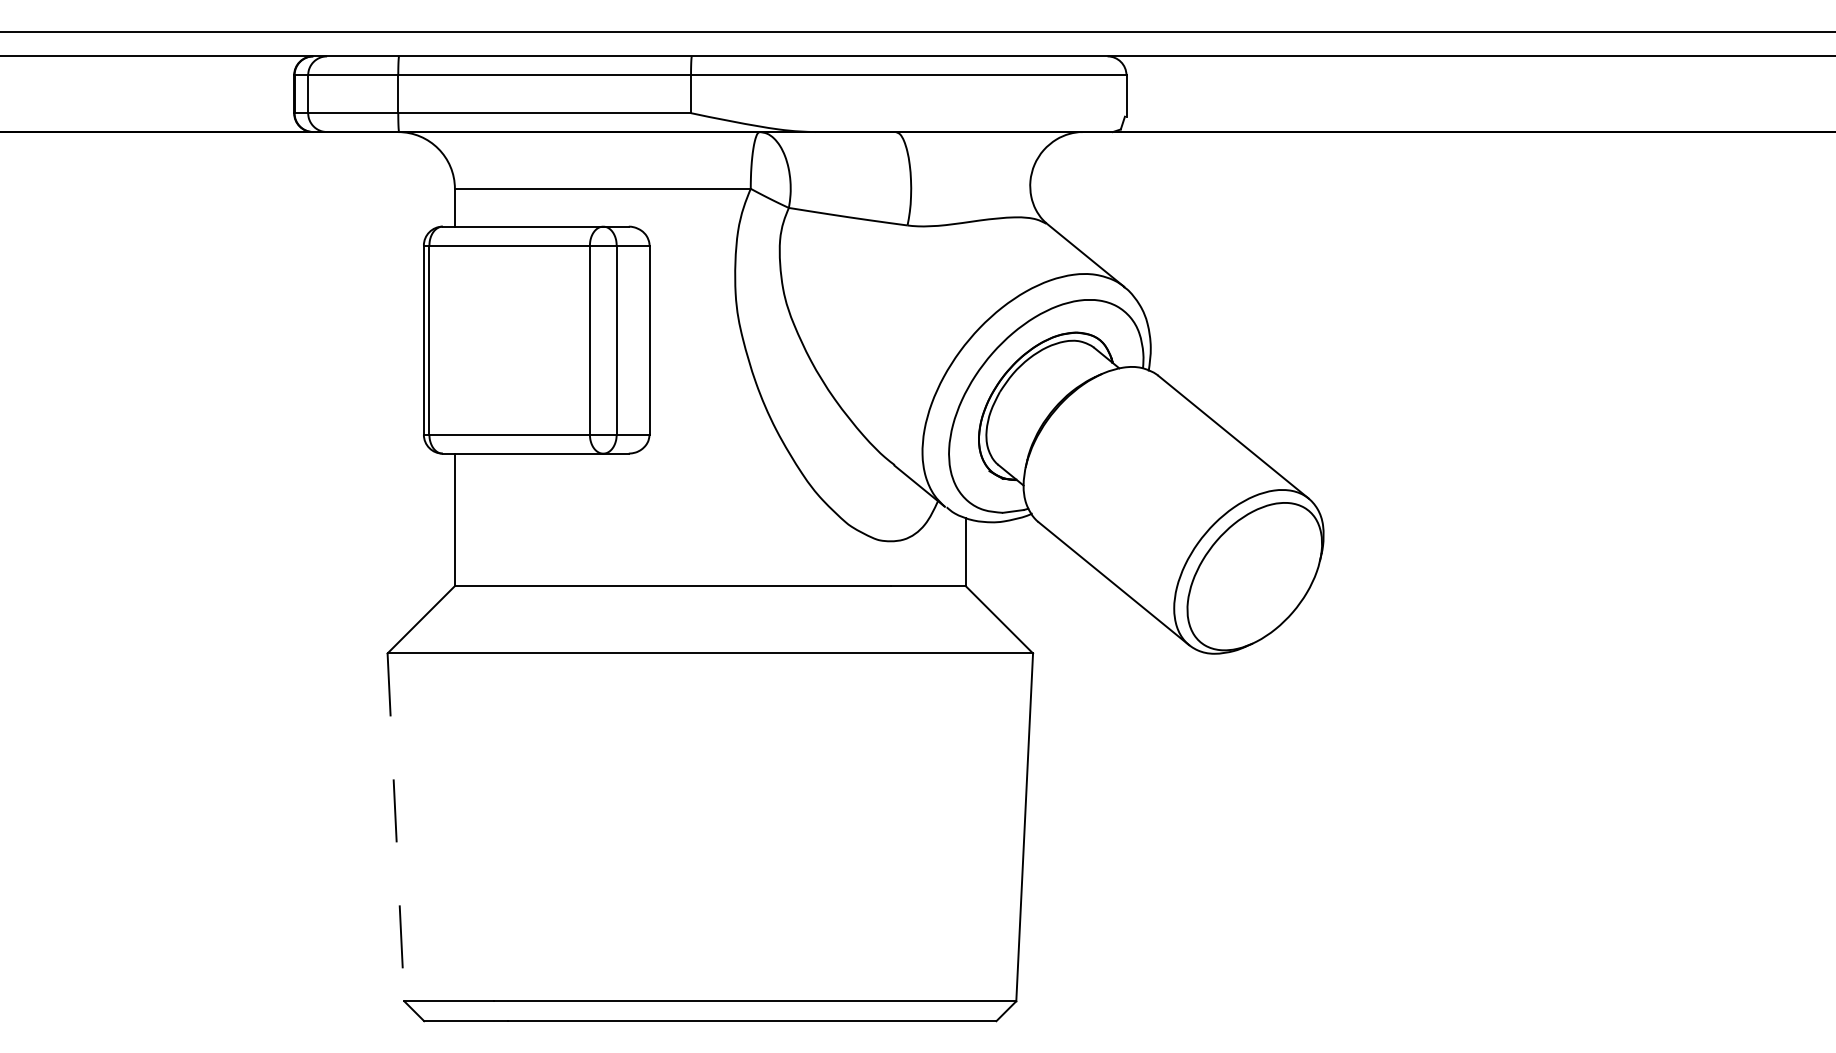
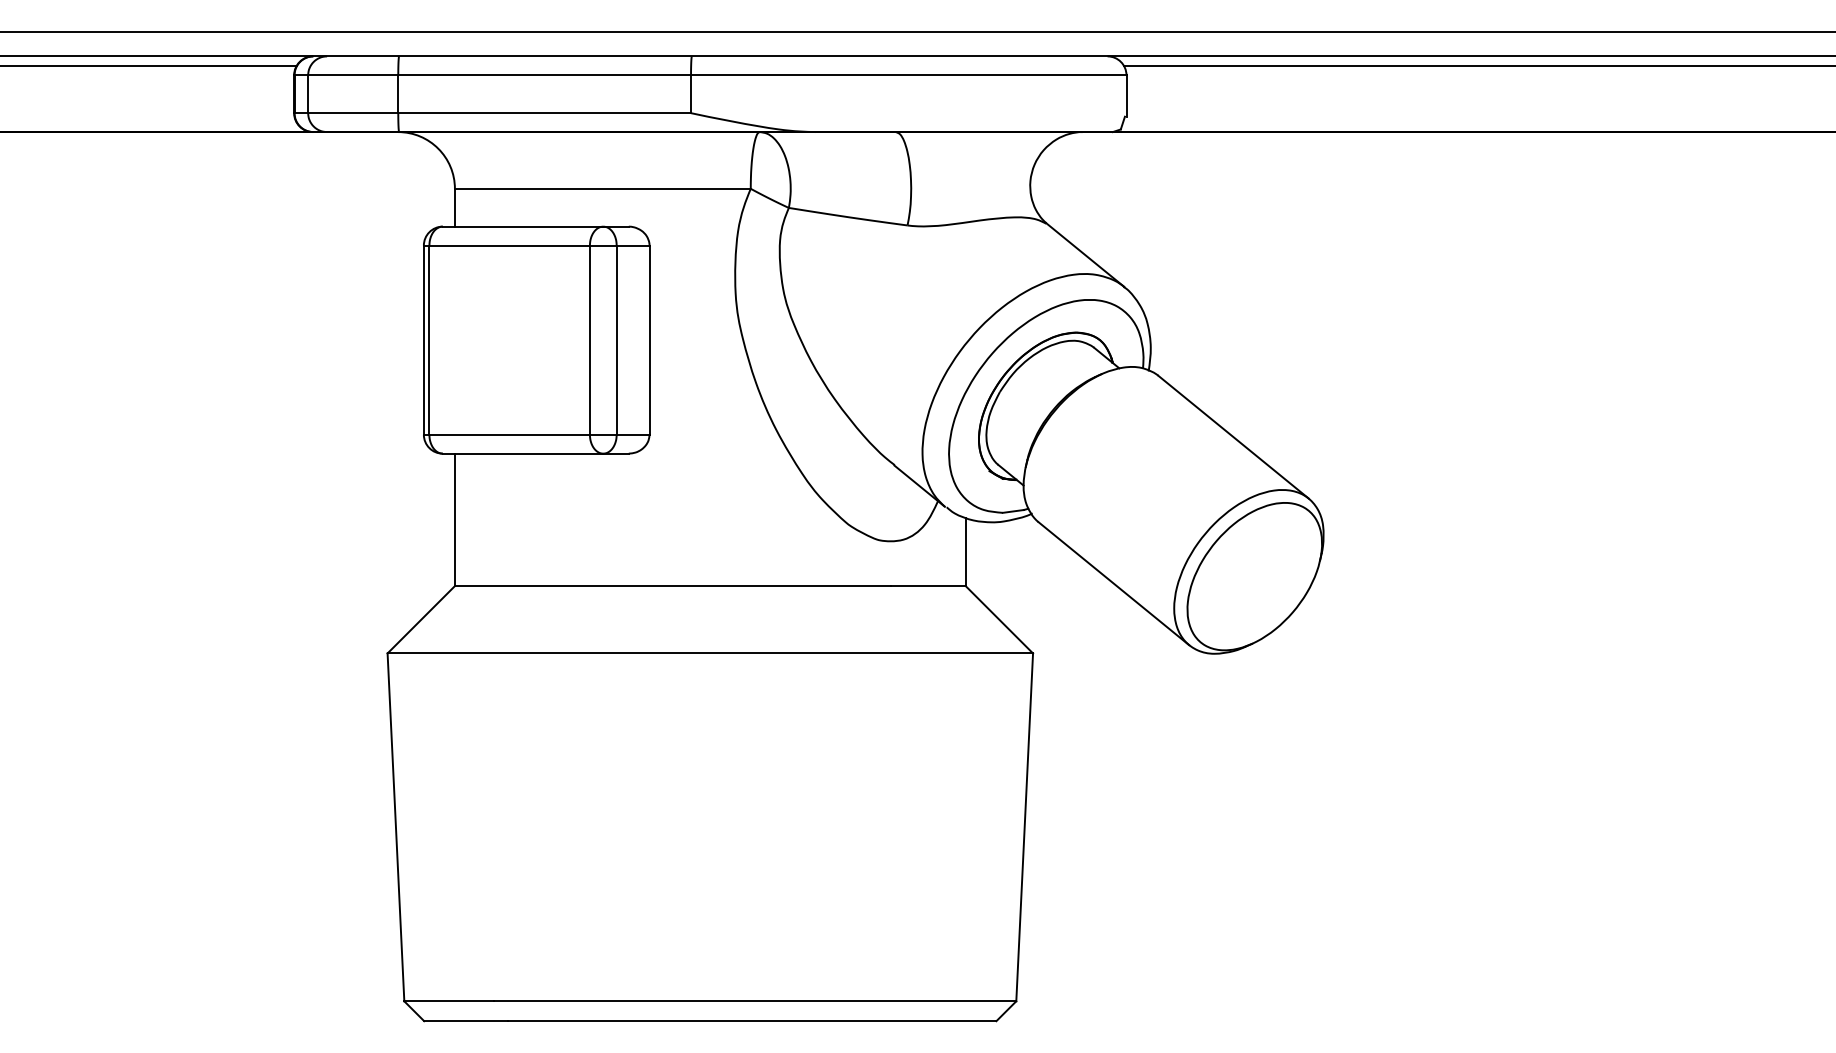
line at (149, 65): none -> present
line at (1477, 65): none -> present
line at (395, 827): dashed -> solid
